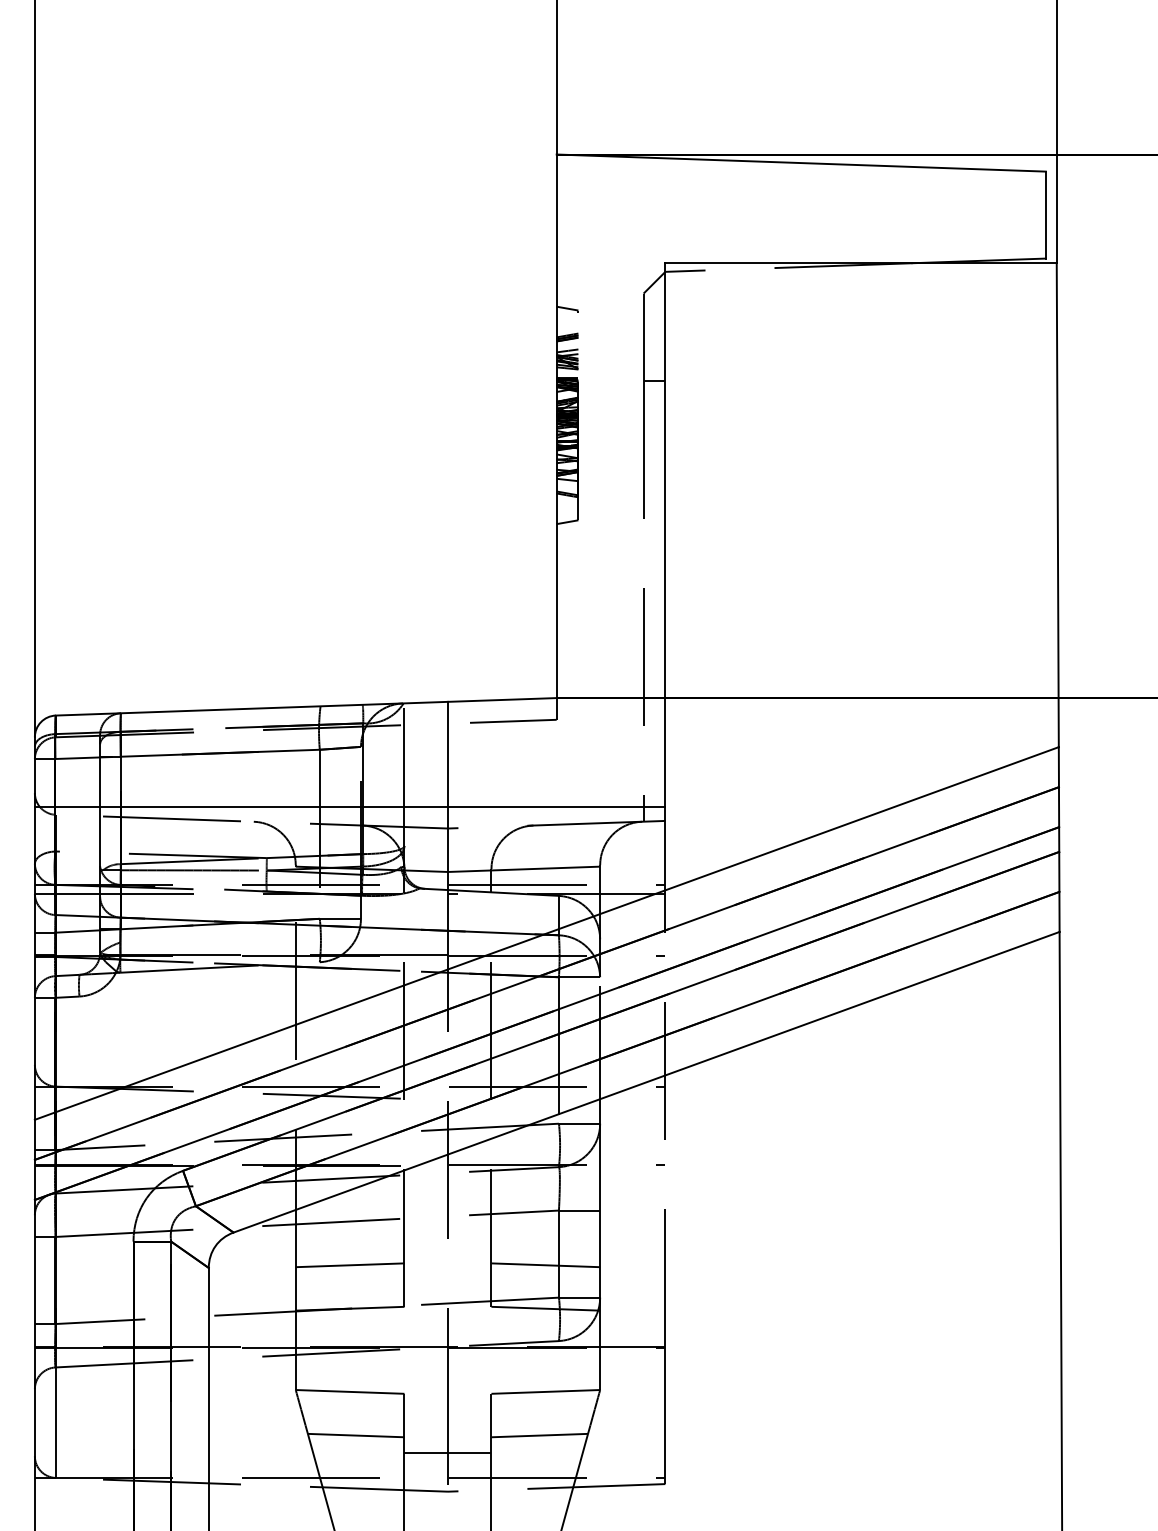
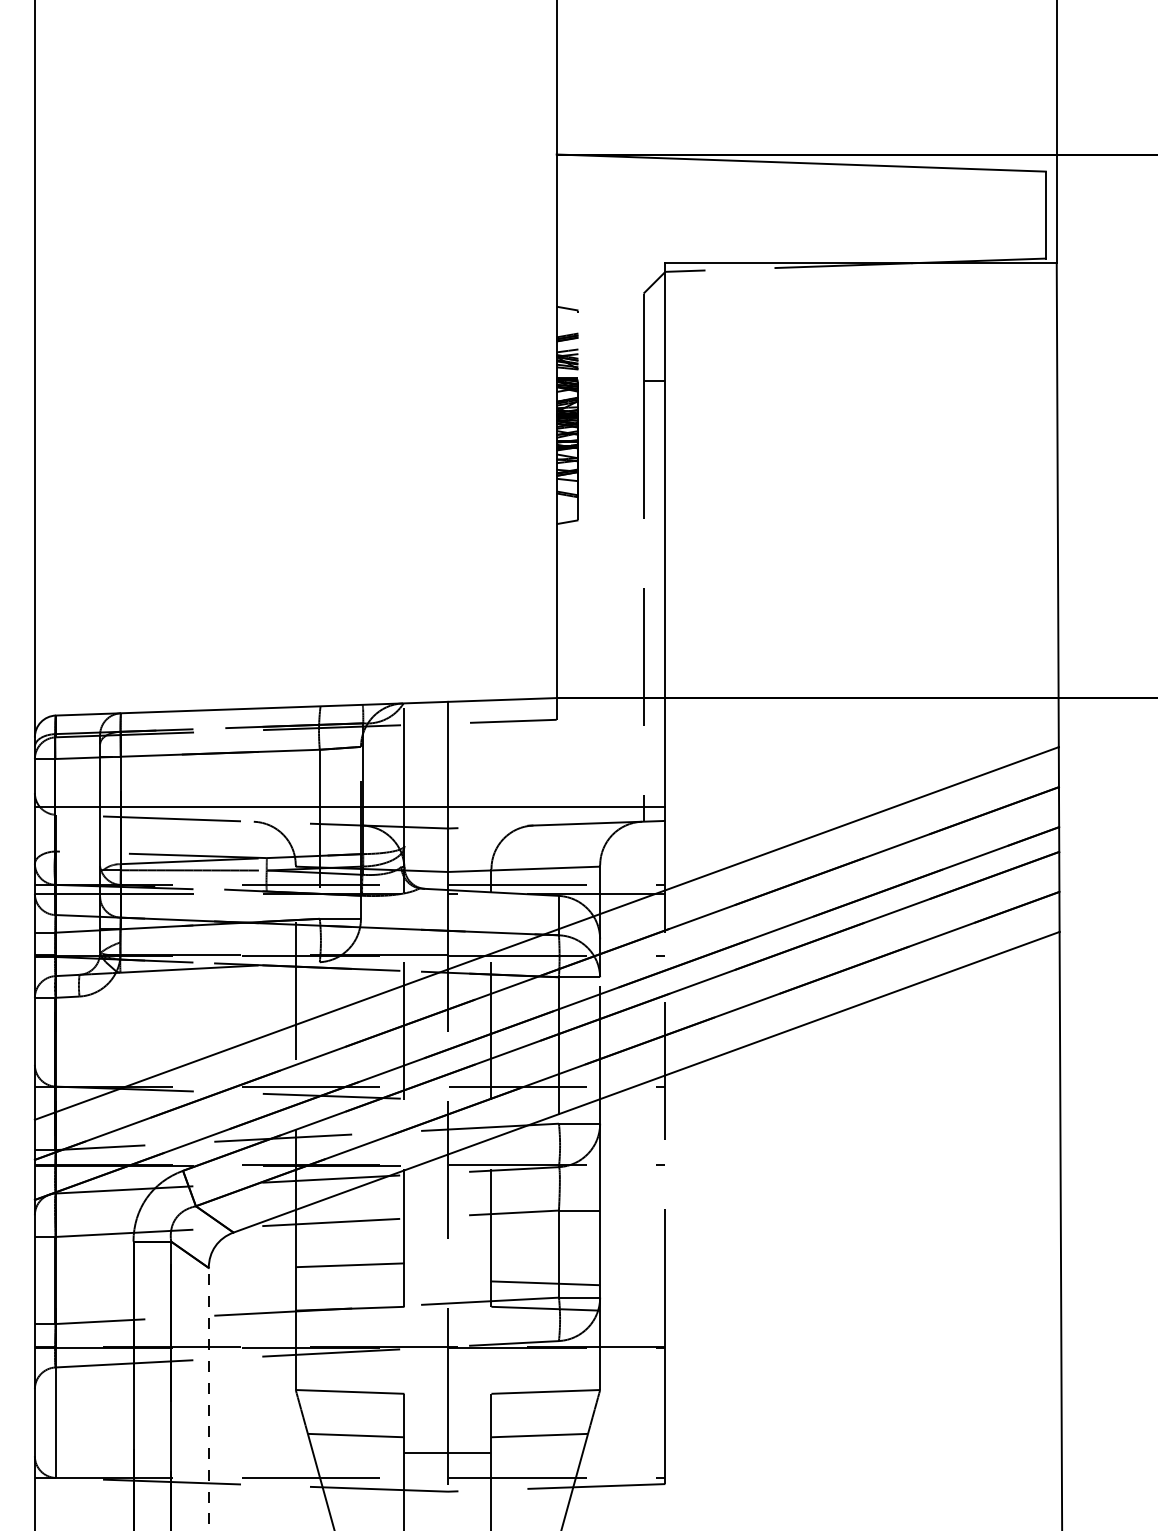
line at (545, 1265) position: (545, 1265) -> (544, 1283)
line at (208, 1398): solid -> dashed
